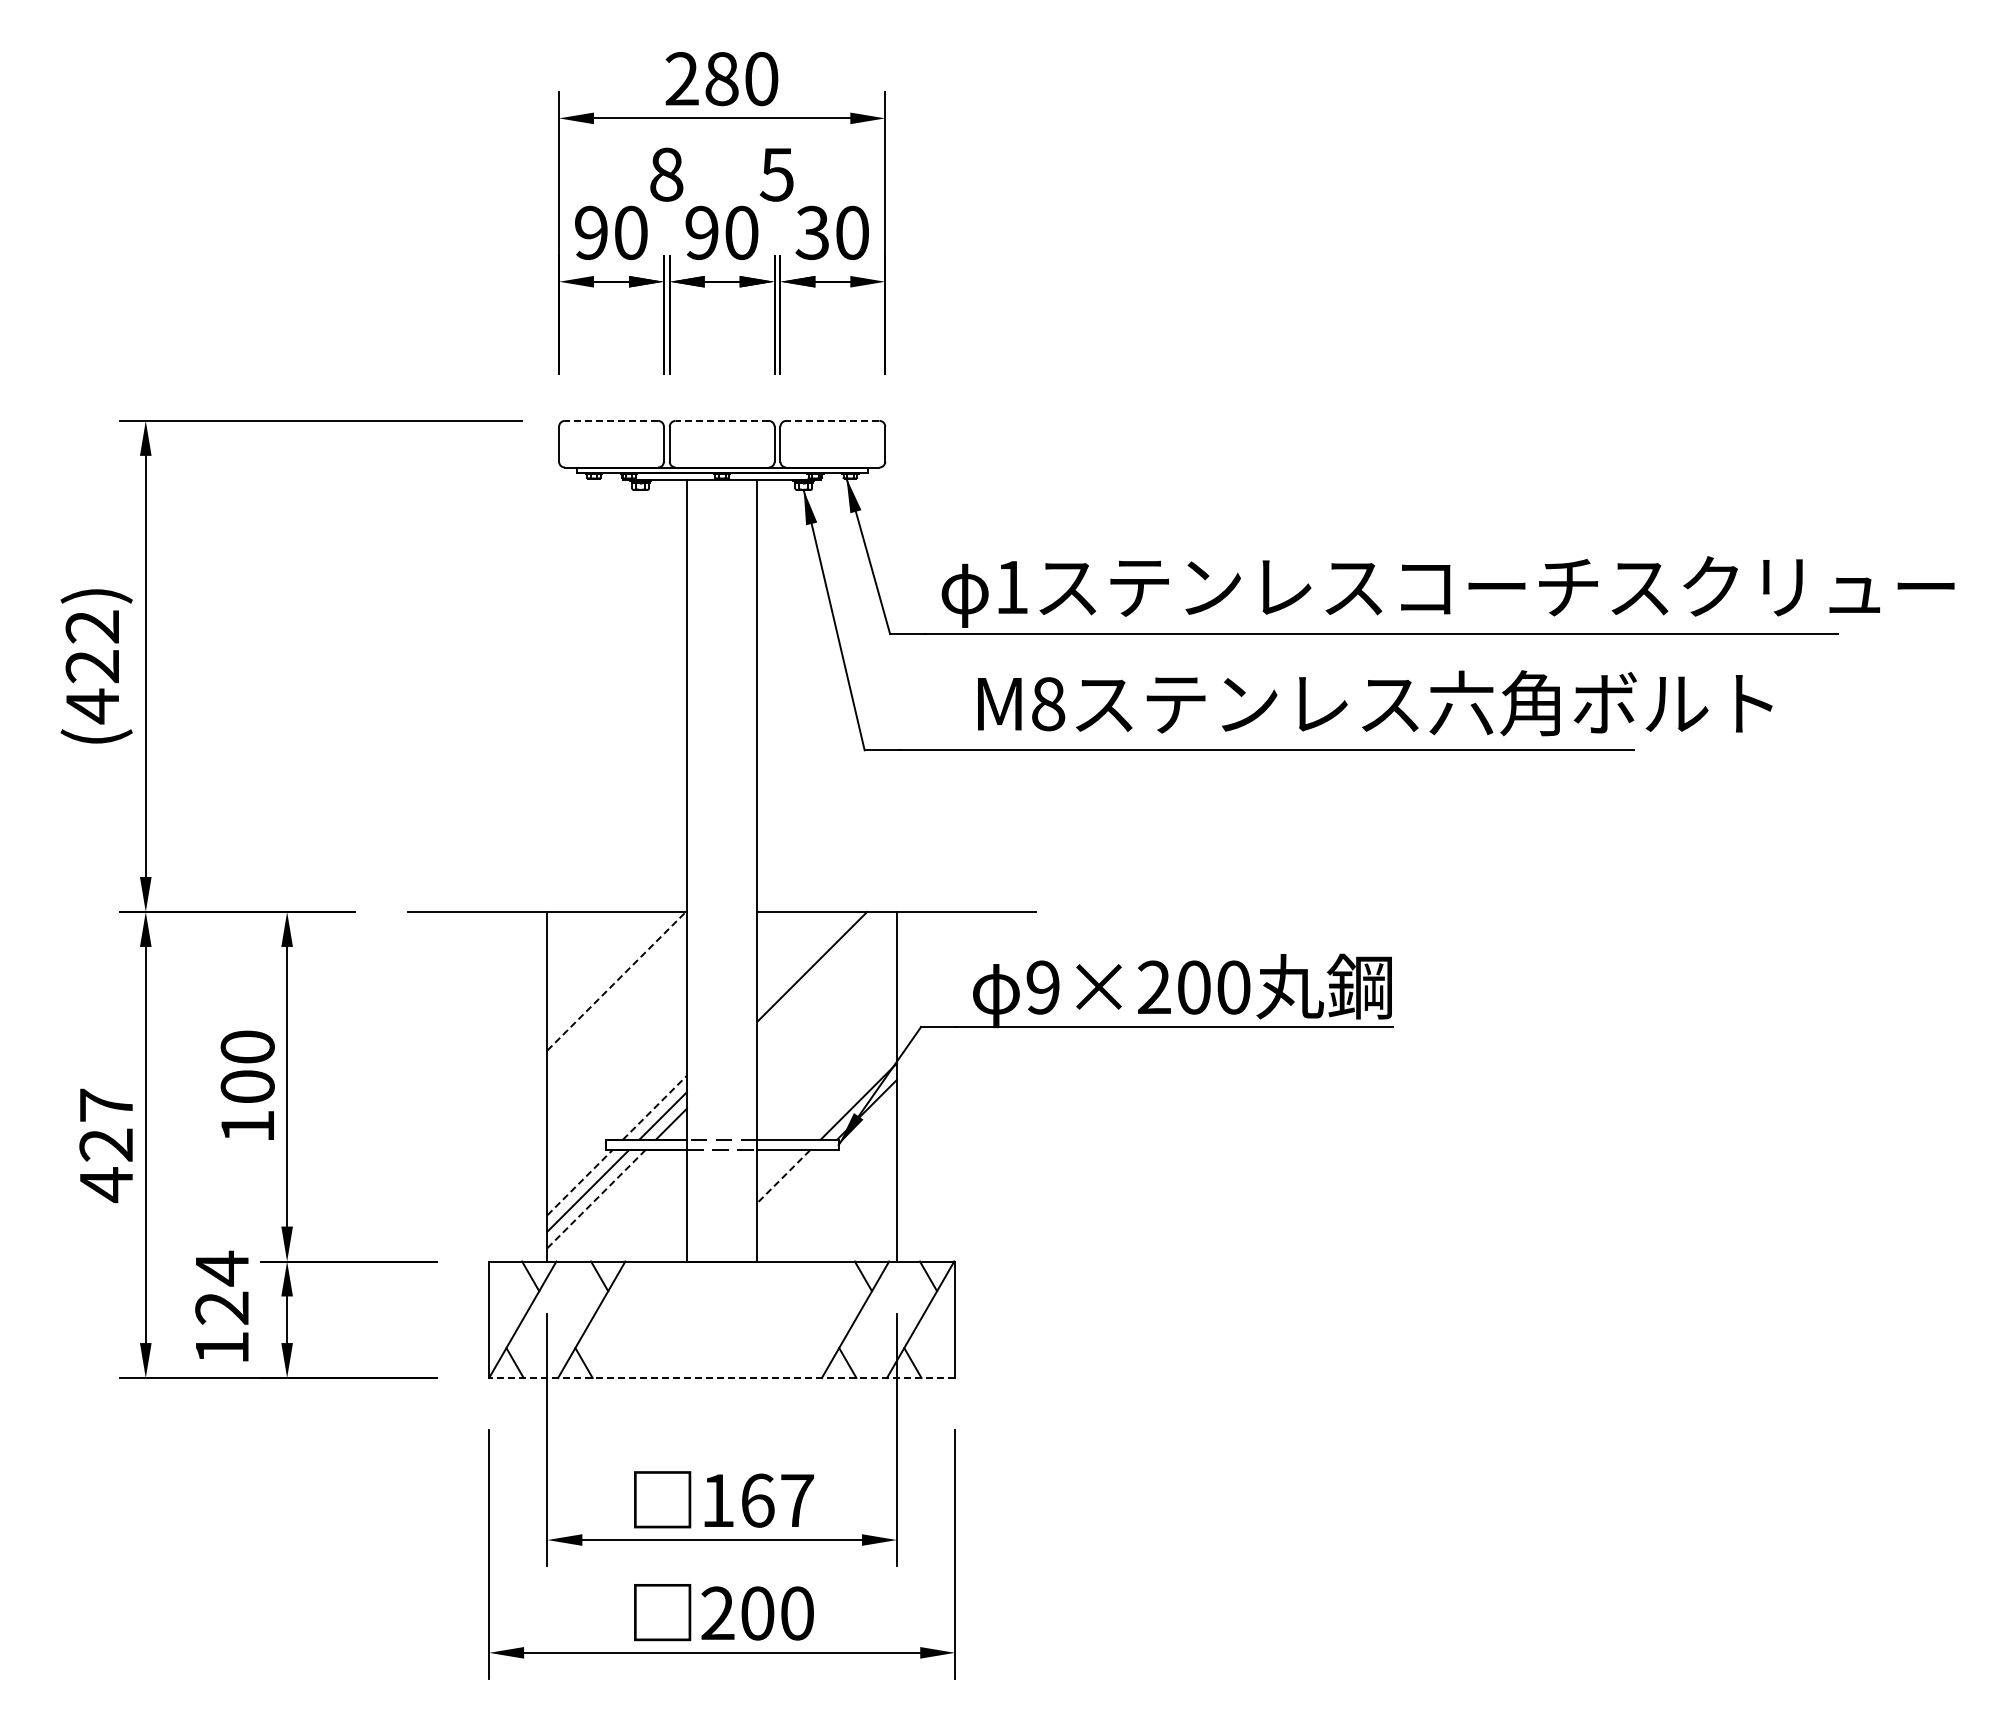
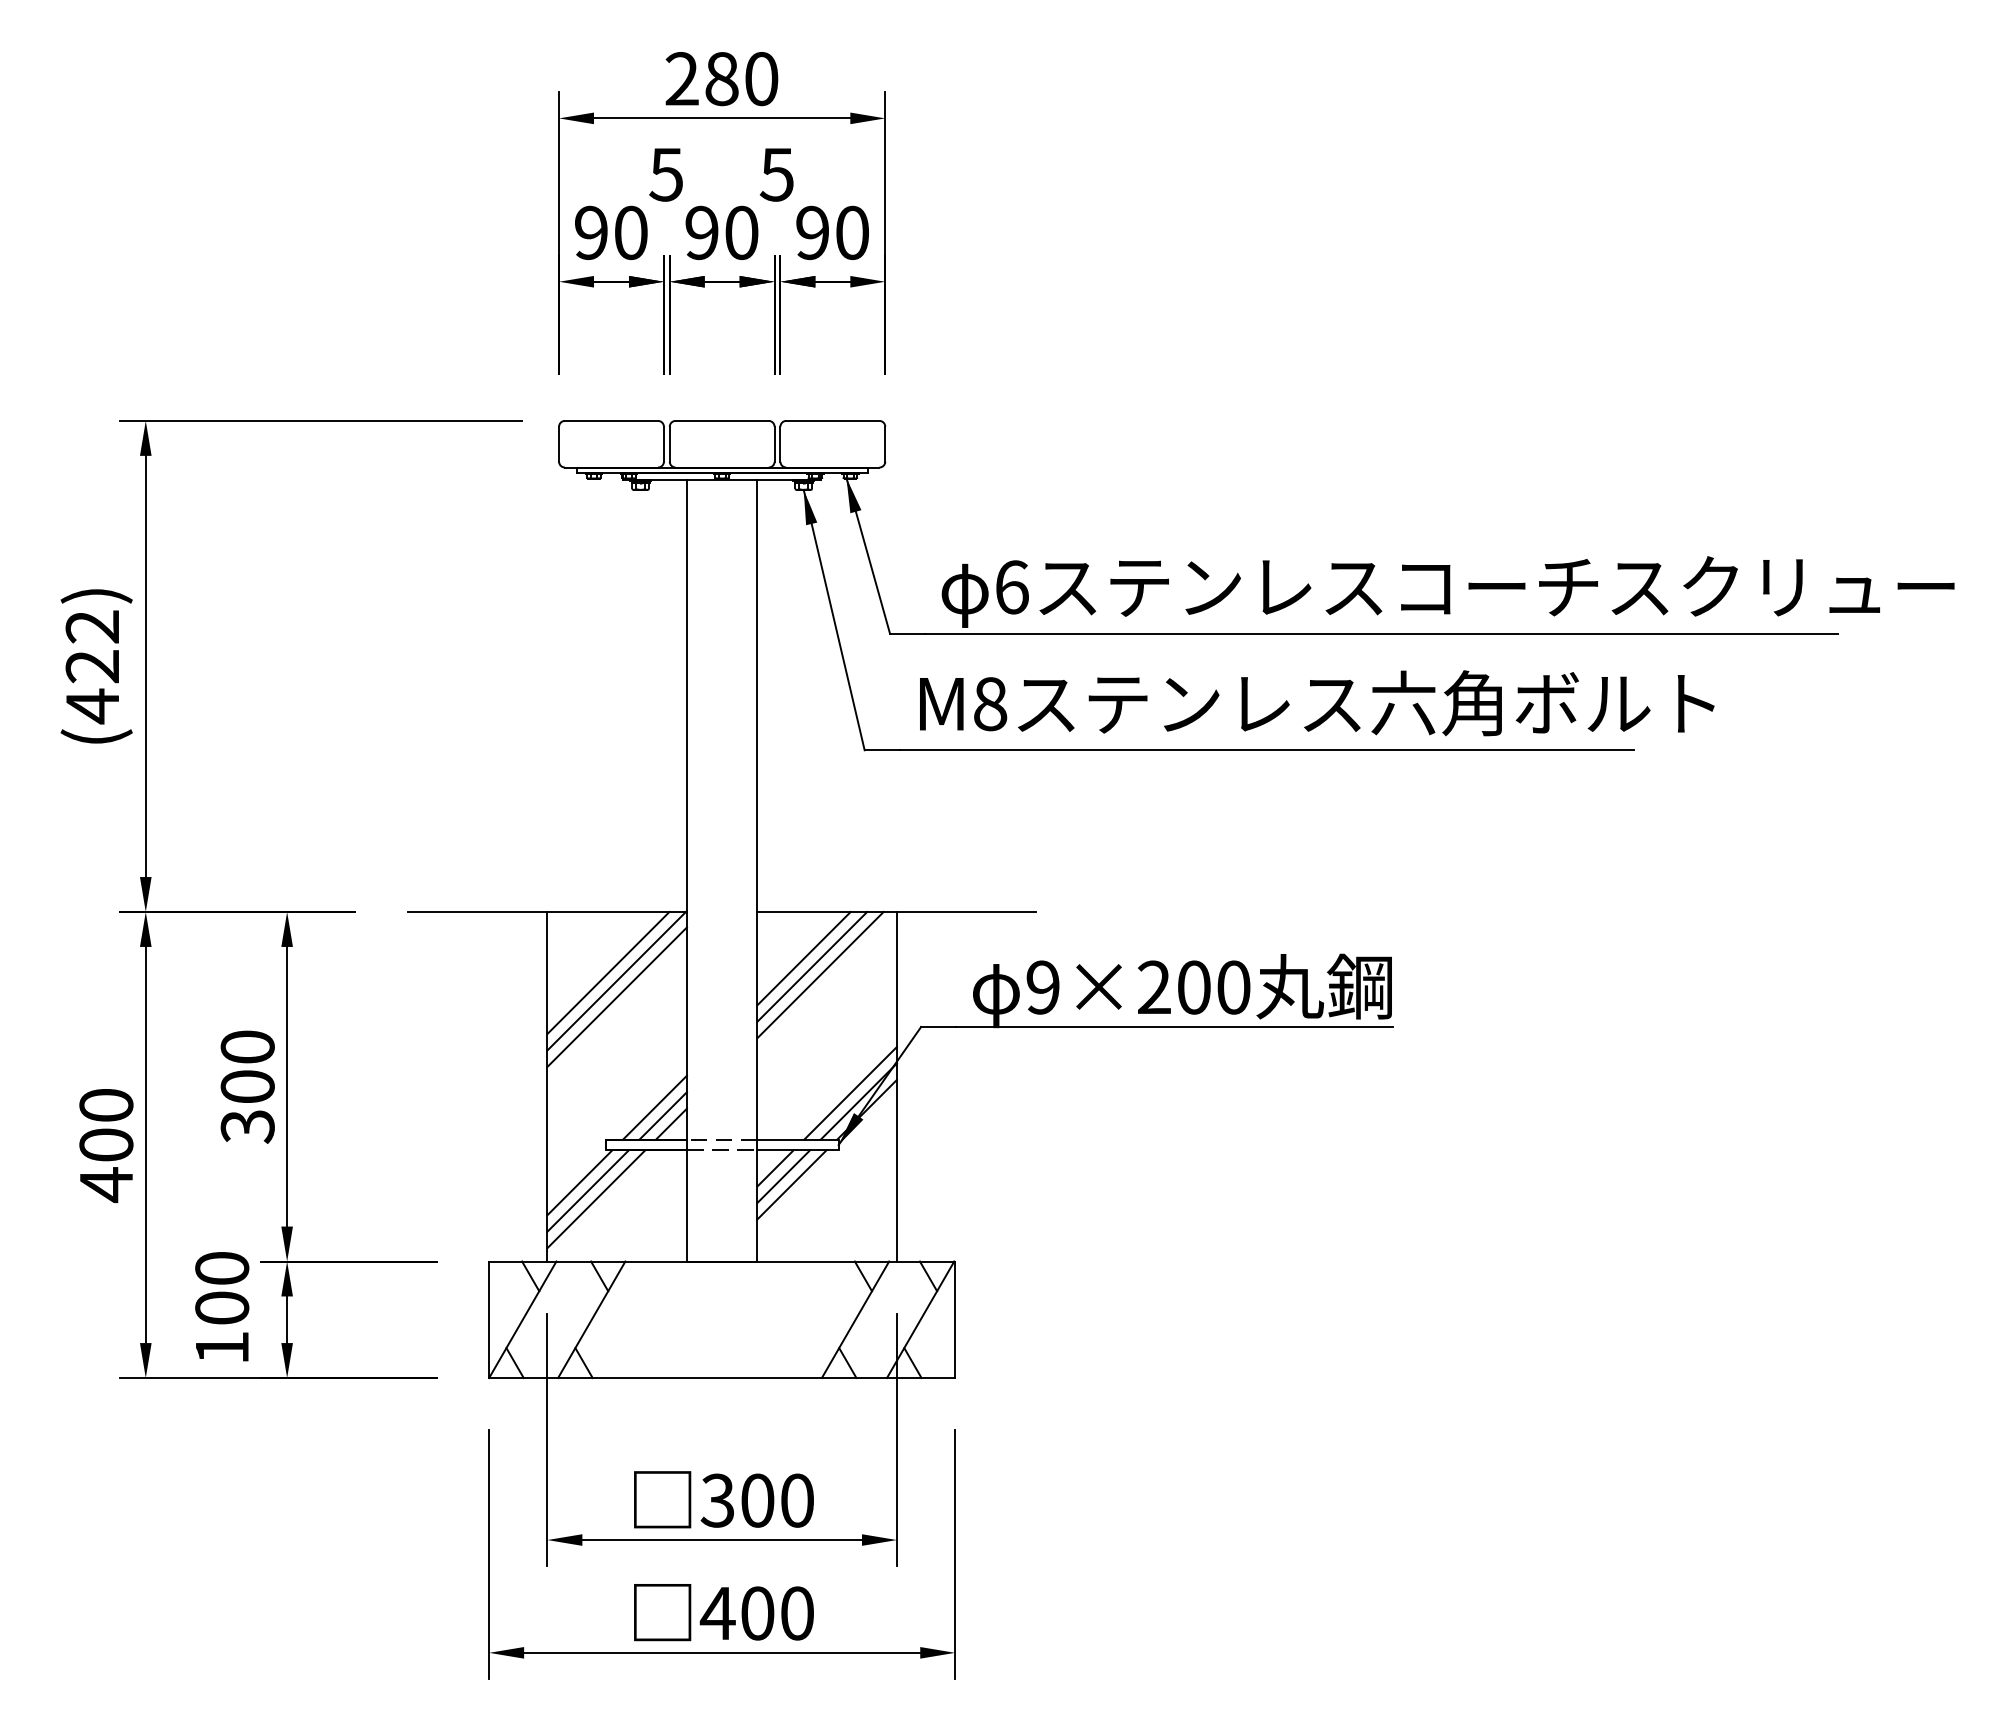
text at (666, 174): 8 -> 5
text at (811, 233): 30 -> 90
line at (611, 420): dashed -> solid
line at (722, 420): dashed -> solid
line at (832, 420): dashed -> solid
text at (1012, 587): 1 -> 6
text at (1375, 703) position: (1375, 703) -> (1317, 703)
line at (803, 958): none -> present
line at (608, 972): none -> present
line at (820, 974): none -> present
line at (616, 981): dashed -> solid
line at (616, 996): none -> present
line at (850, 1092): none -> present
line at (655, 1107): dashed -> solid
text at (106, 1124): 427 -> 400
text at (247, 1126): 100 -> 300
line at (775, 1168): none -> present
line at (783, 1176): dashed -> solid
line at (579, 1182): dashed -> solid
line at (791, 1184): none -> present
line at (596, 1198): dashed -> solid
text at (222, 1287): 124 -> 100
line at (721, 1378): dashed -> solid
text at (757, 1500): 167 -> 300
text at (717, 1612): 200 -> 400
